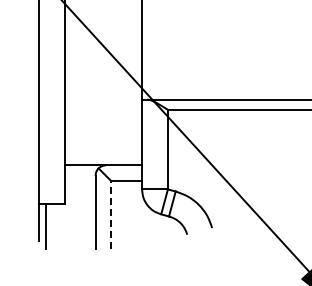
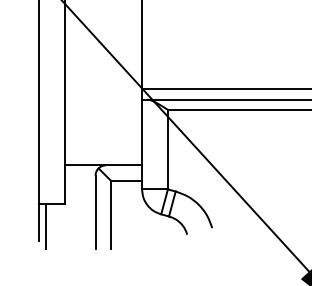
line at (225, 89): none -> present
line at (111, 214): dashed -> solid
